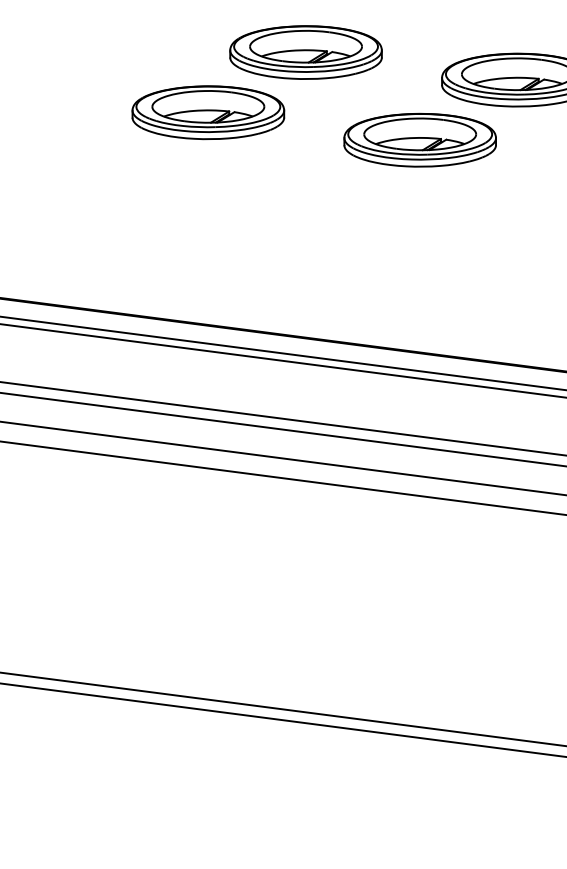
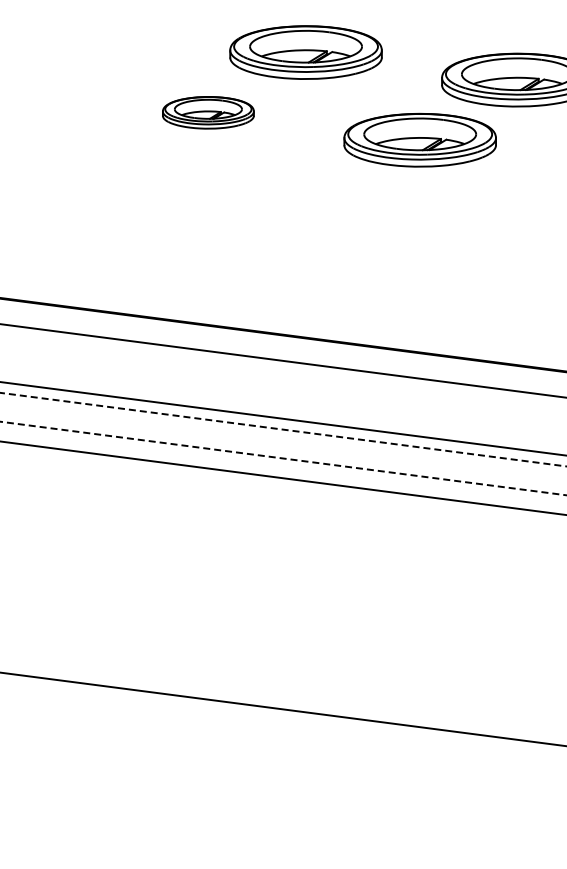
part at (208, 112) size: 155x56 px -> 93x34 px
line at (282, 352): present -> none
line at (284, 429): solid -> dashed
line at (284, 458): solid -> dashed
line at (282, 719): present -> none
